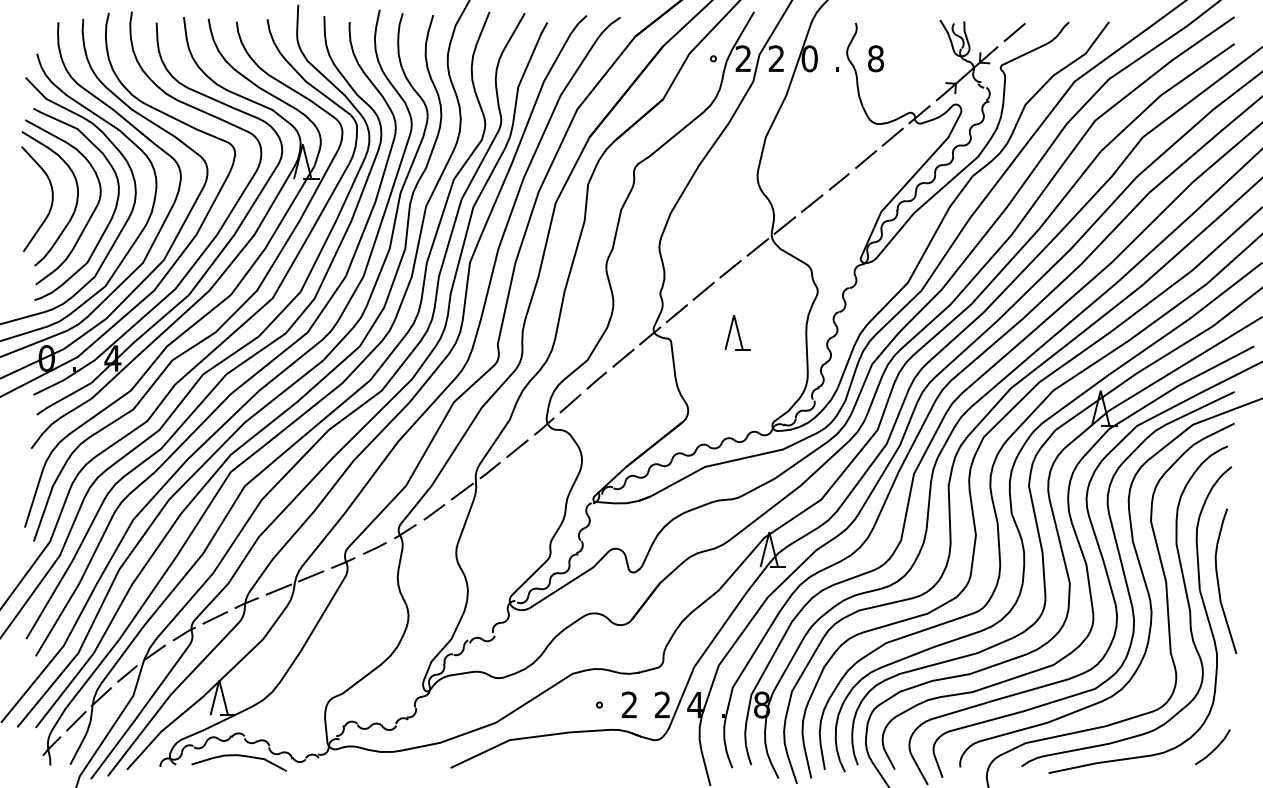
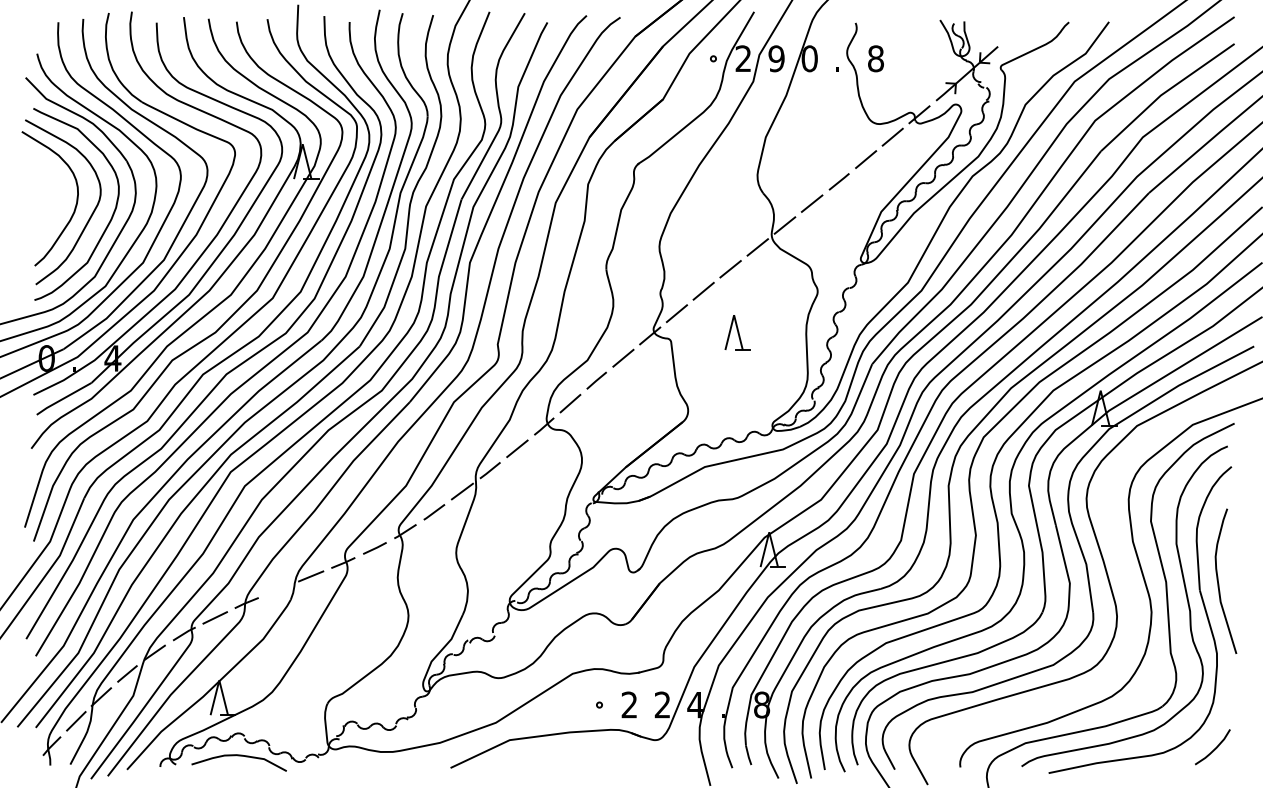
line at (1014, 32): present -> none
text at (776, 58): 2 -> 9
curve at (51, 198): present -> none
part at (1123, 576): present -> none
line at (278, 589): present -> none
